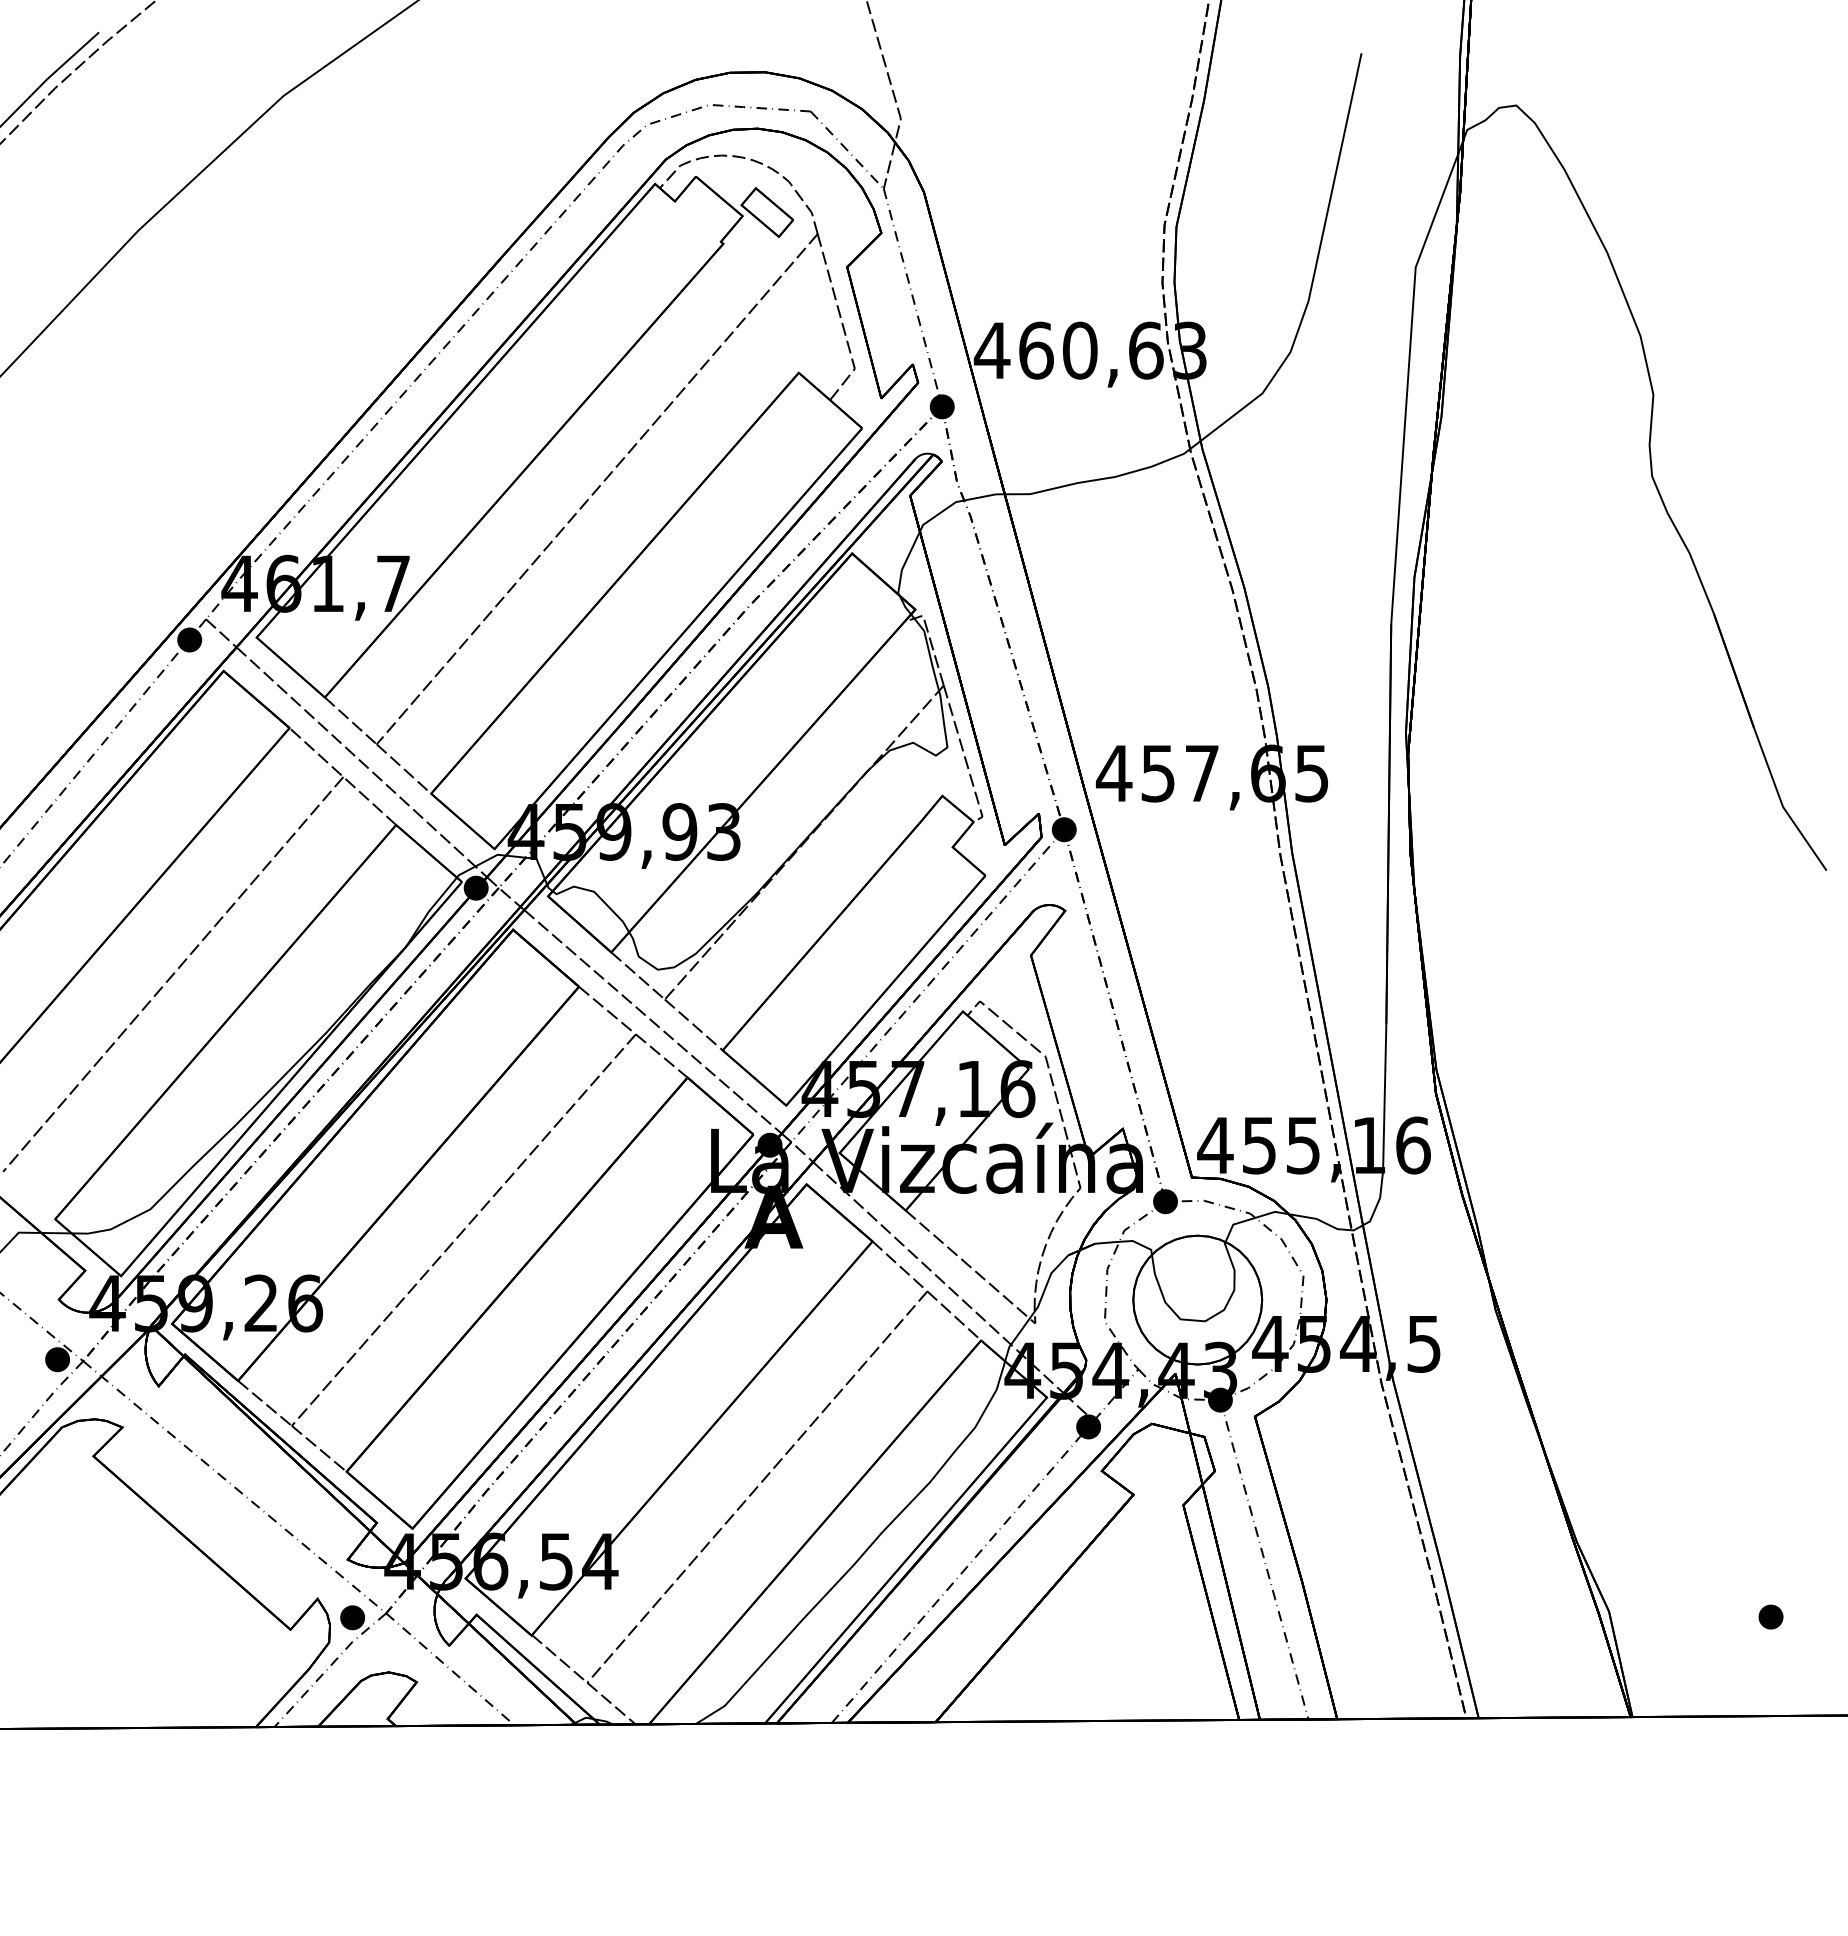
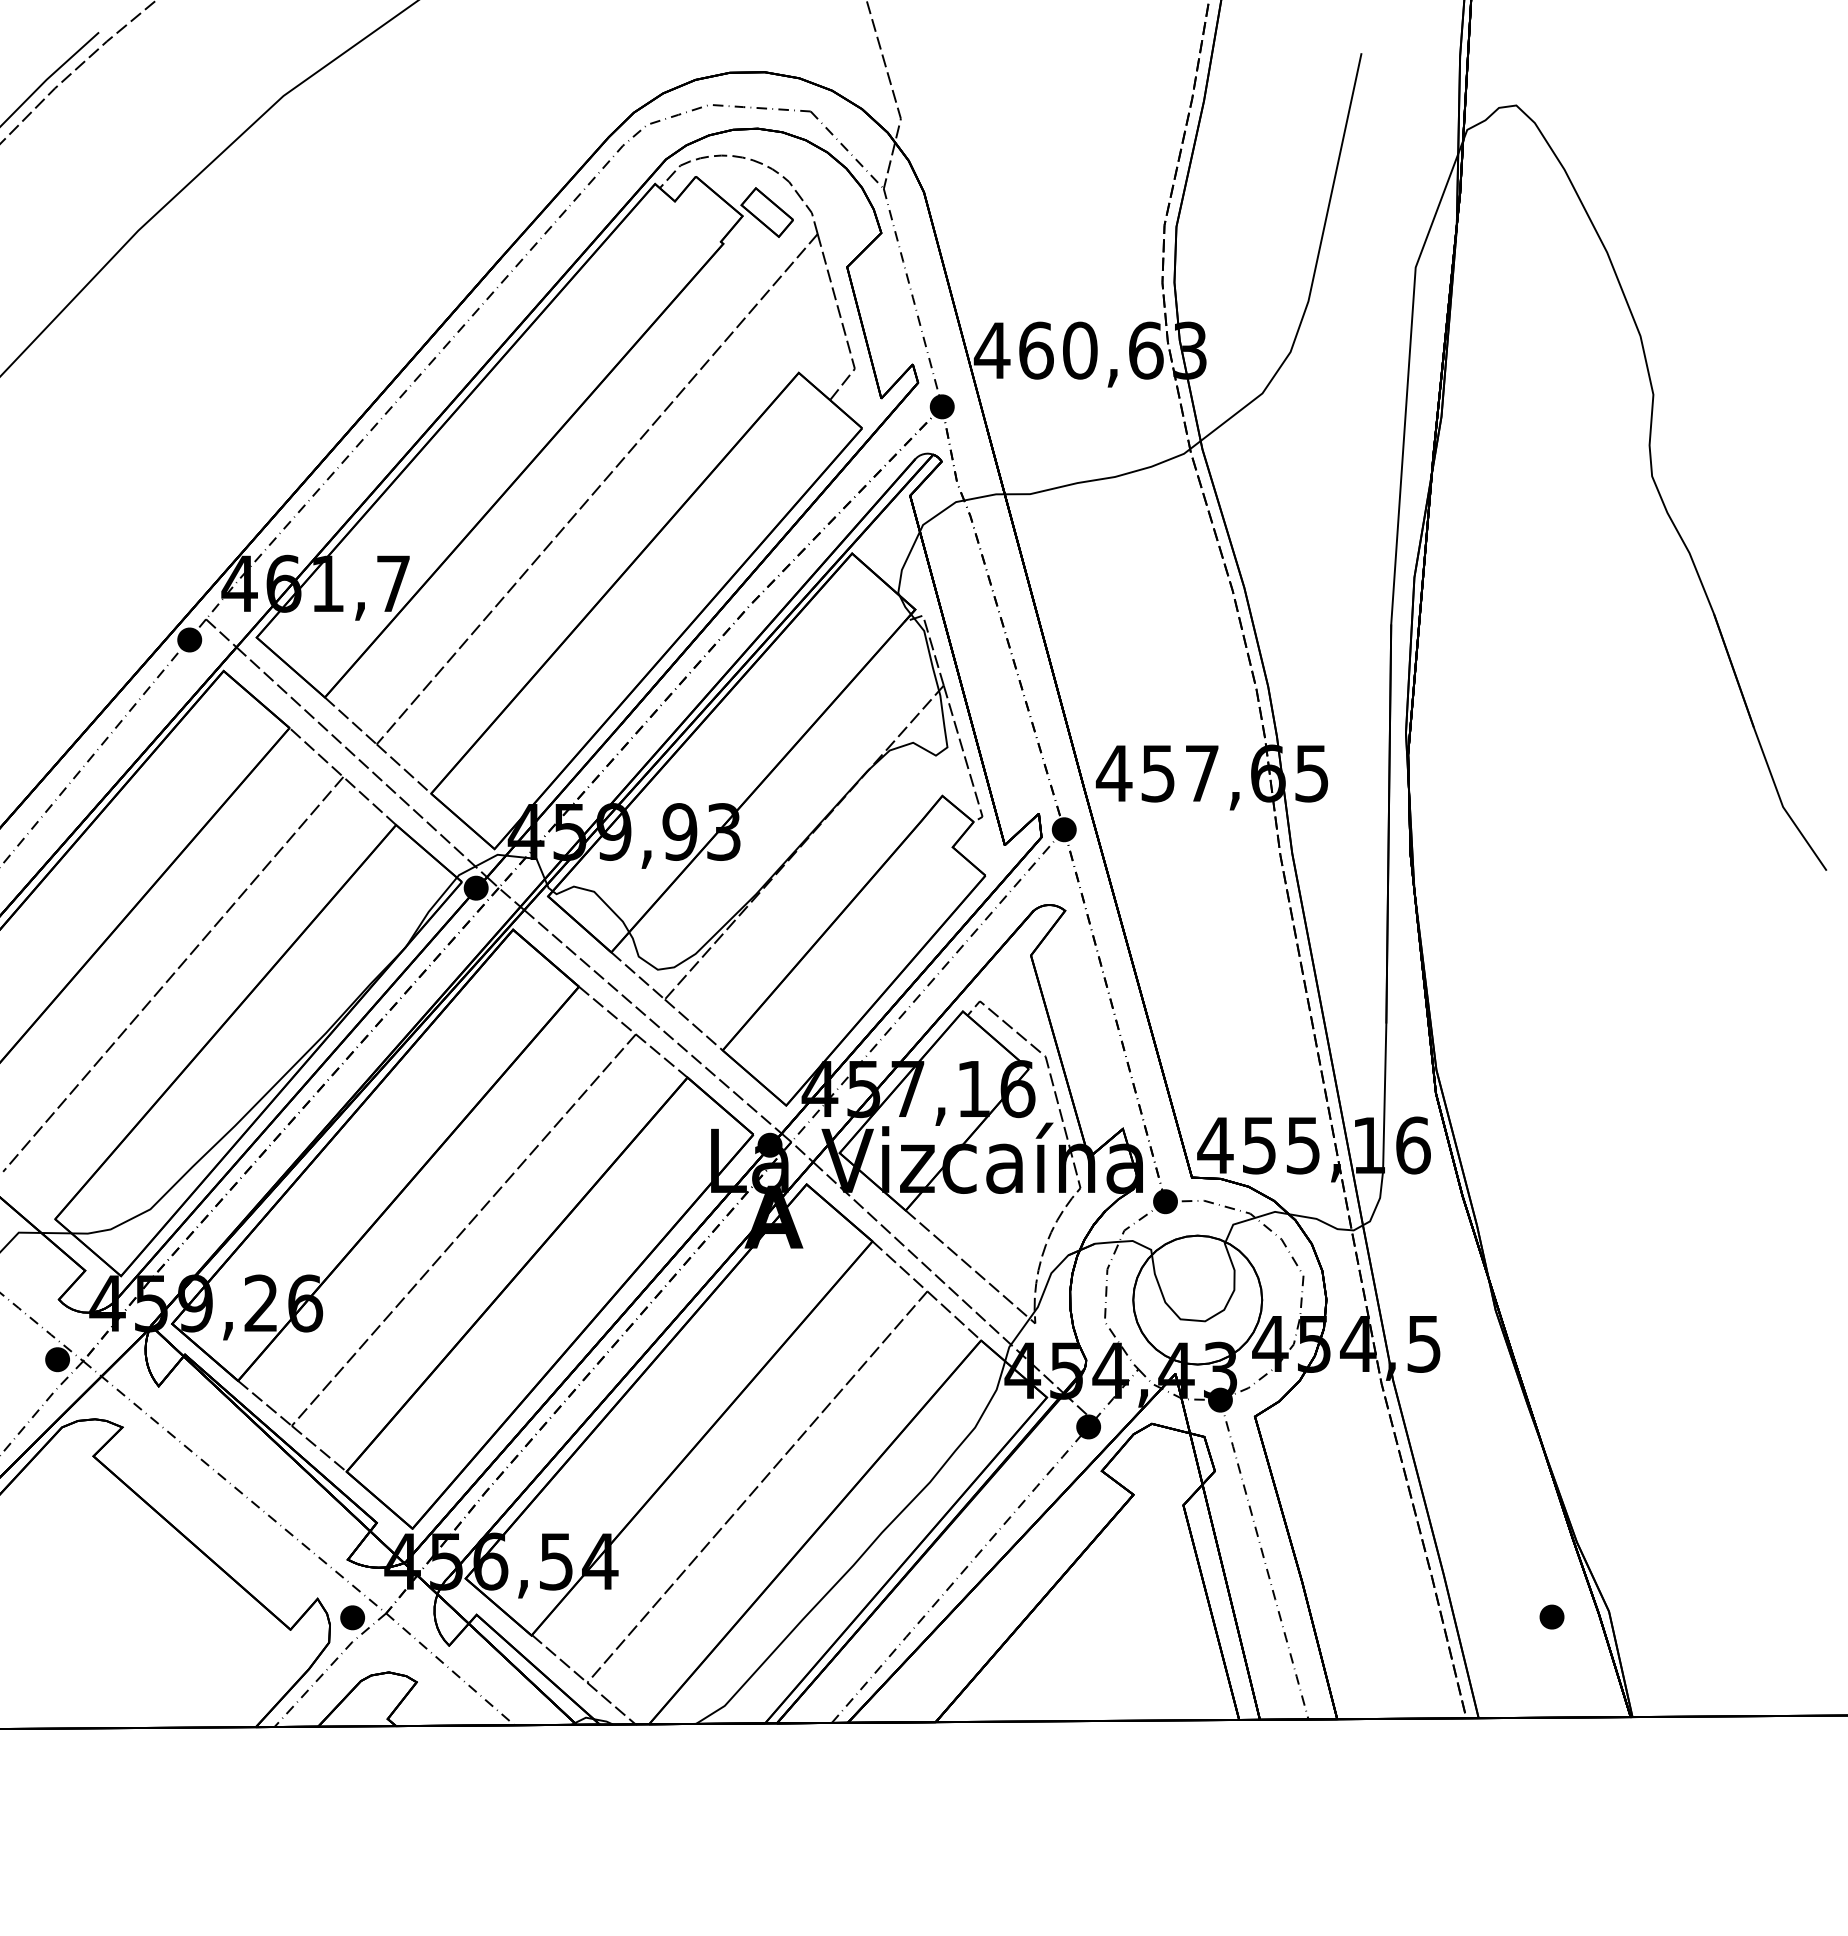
part at (1770, 1616) position: (1770, 1616) -> (1551, 1616)
